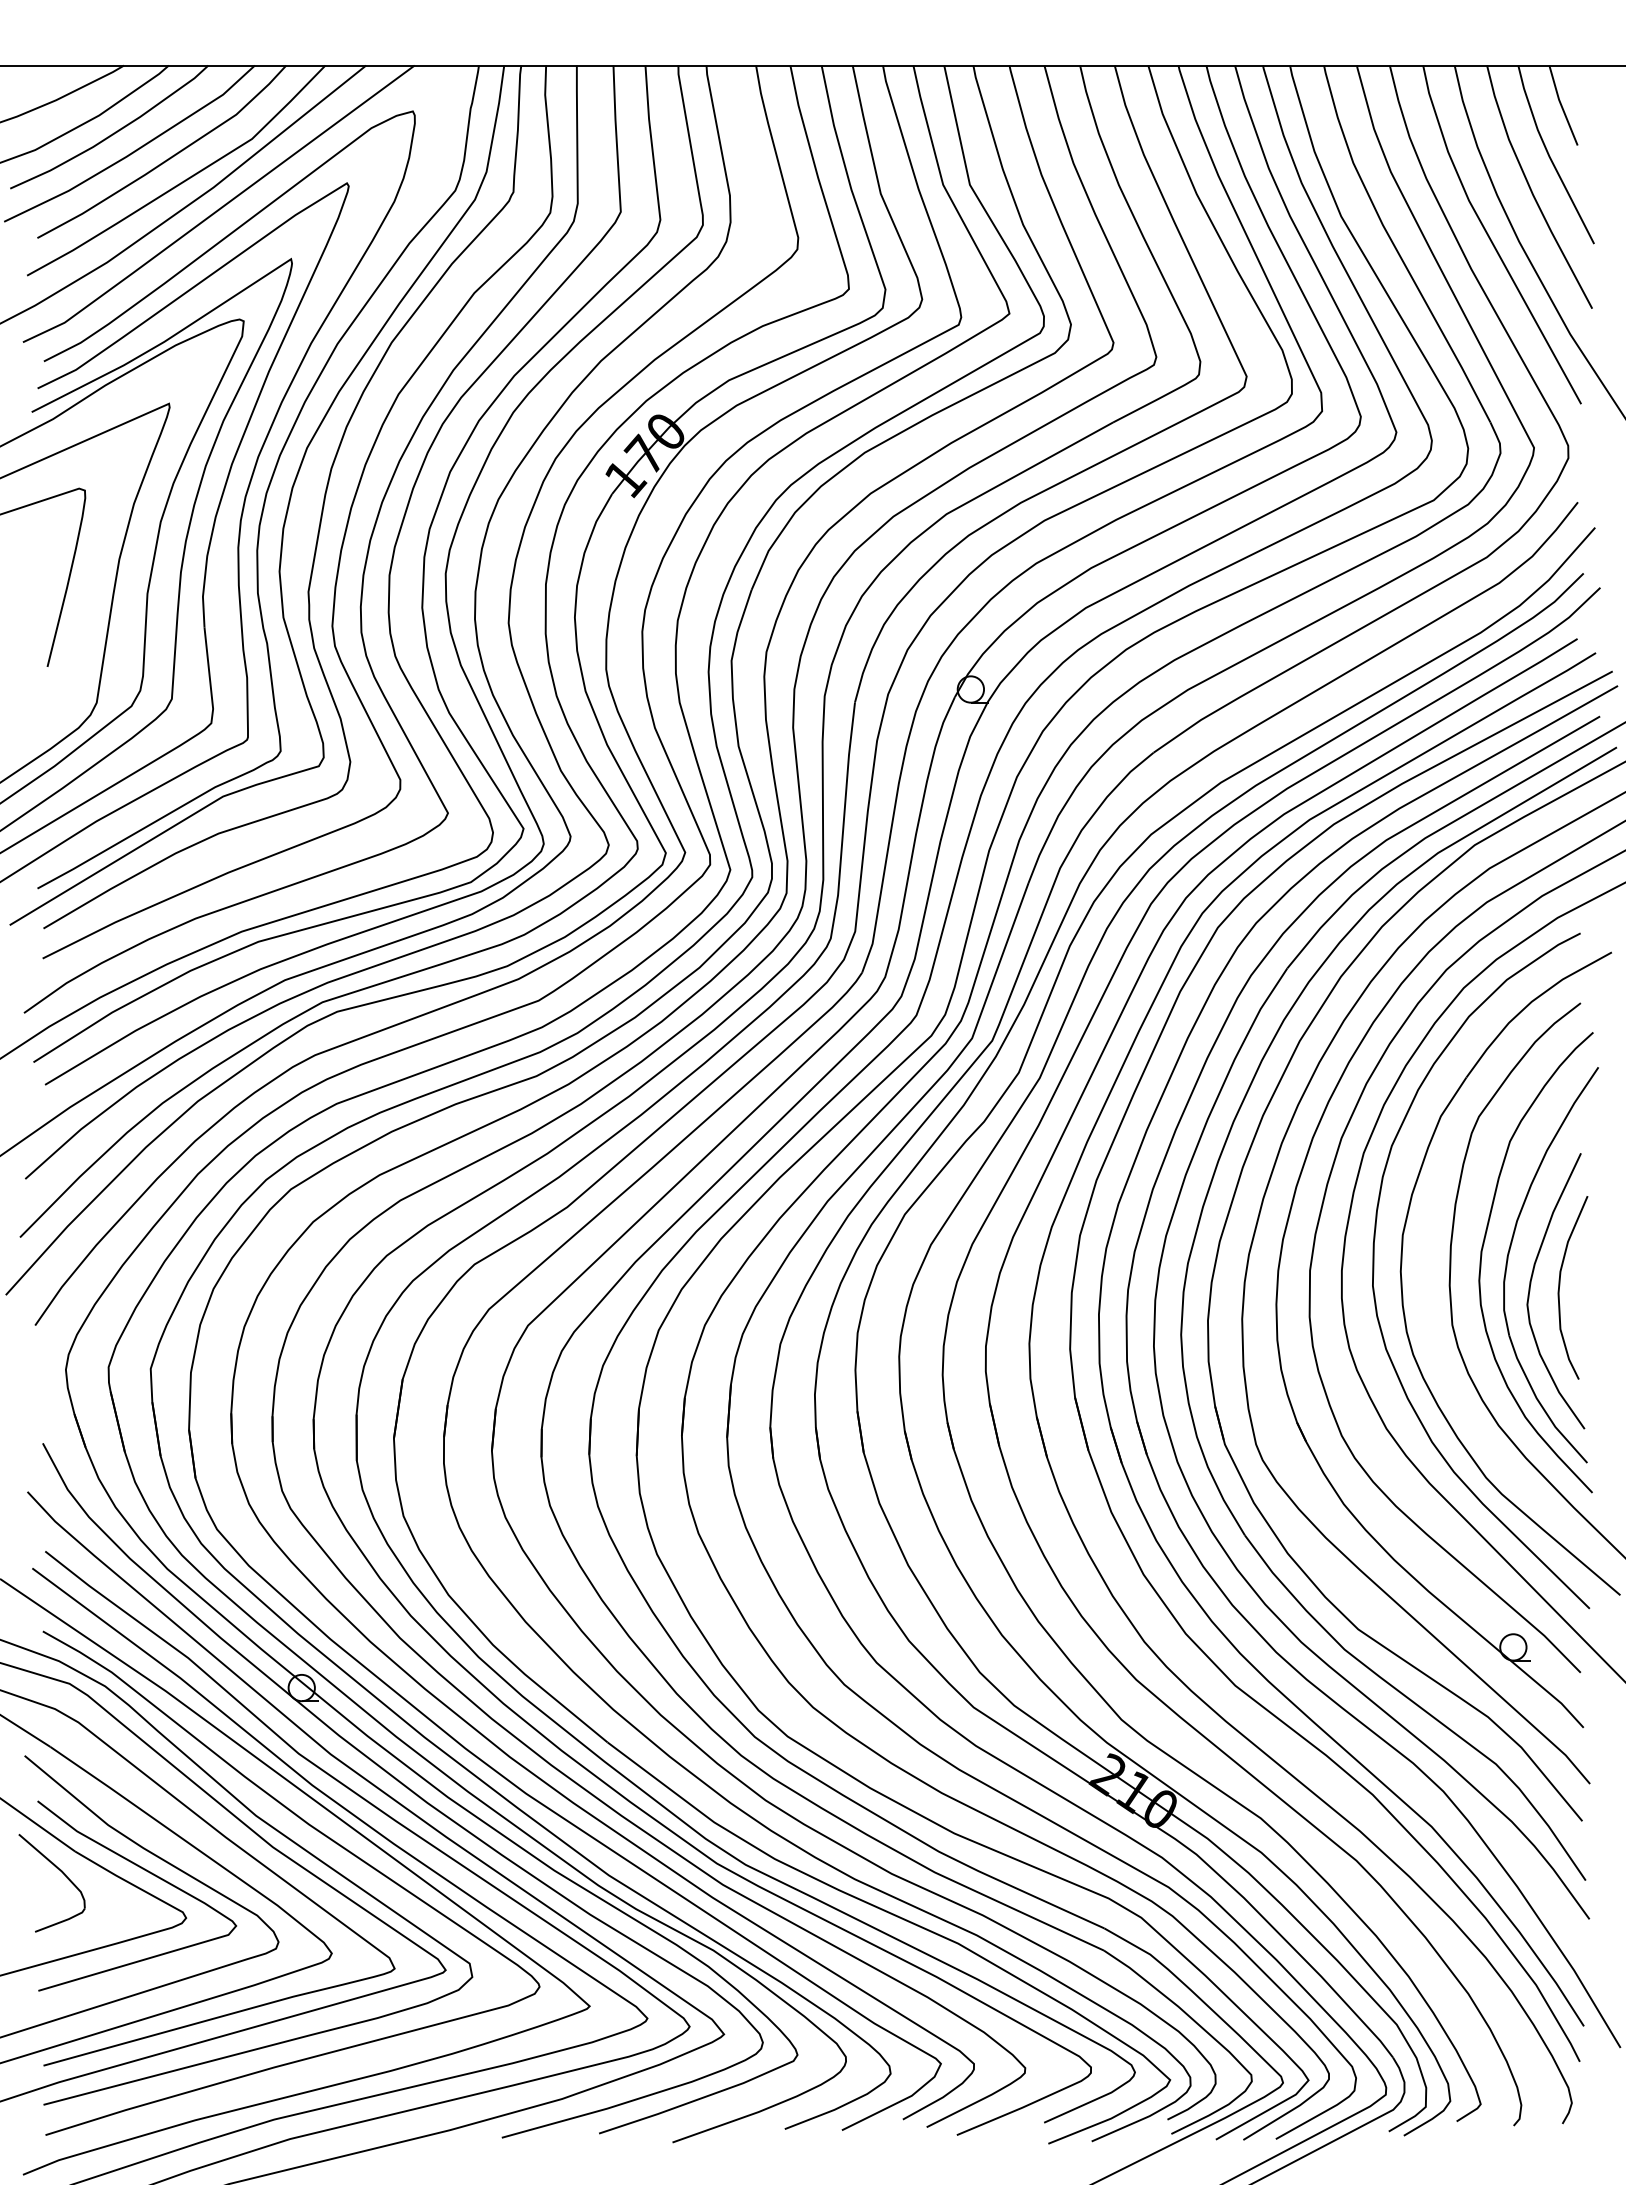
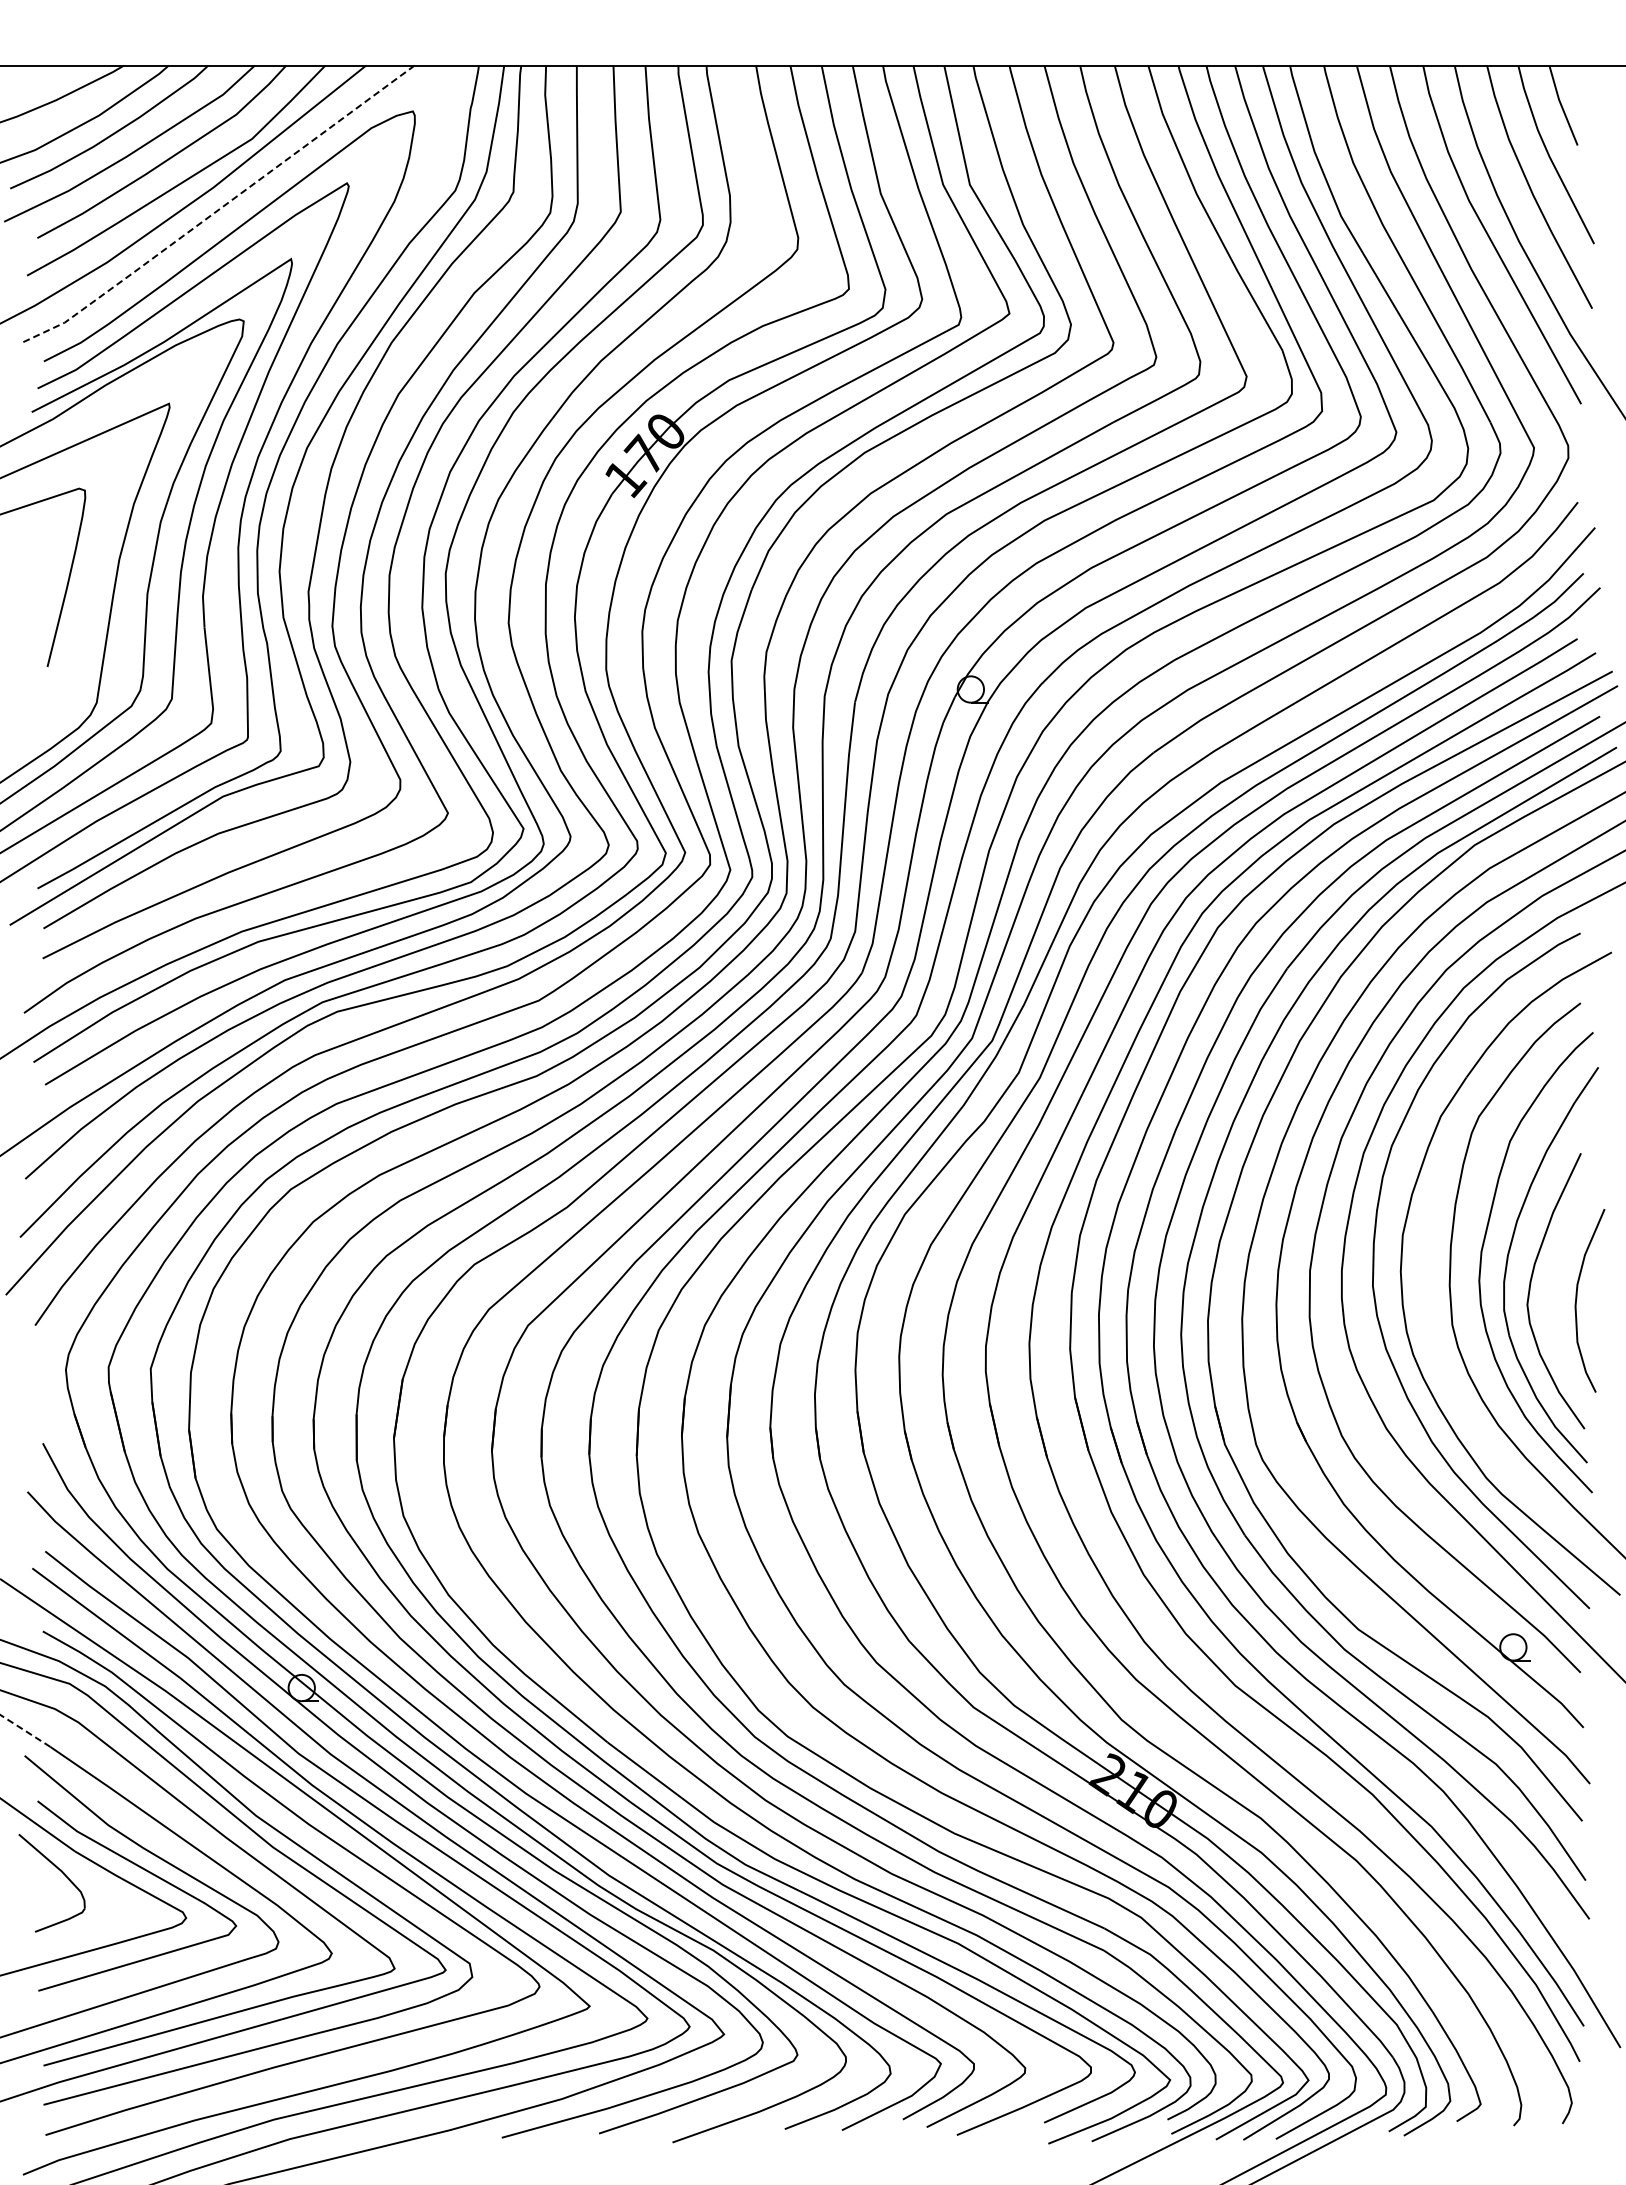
line at (219, 209): solid -> dashed
curve at (1560, 1285) position: (1560, 1285) -> (1577, 1298)
line at (25, 1730): solid -> dashed
